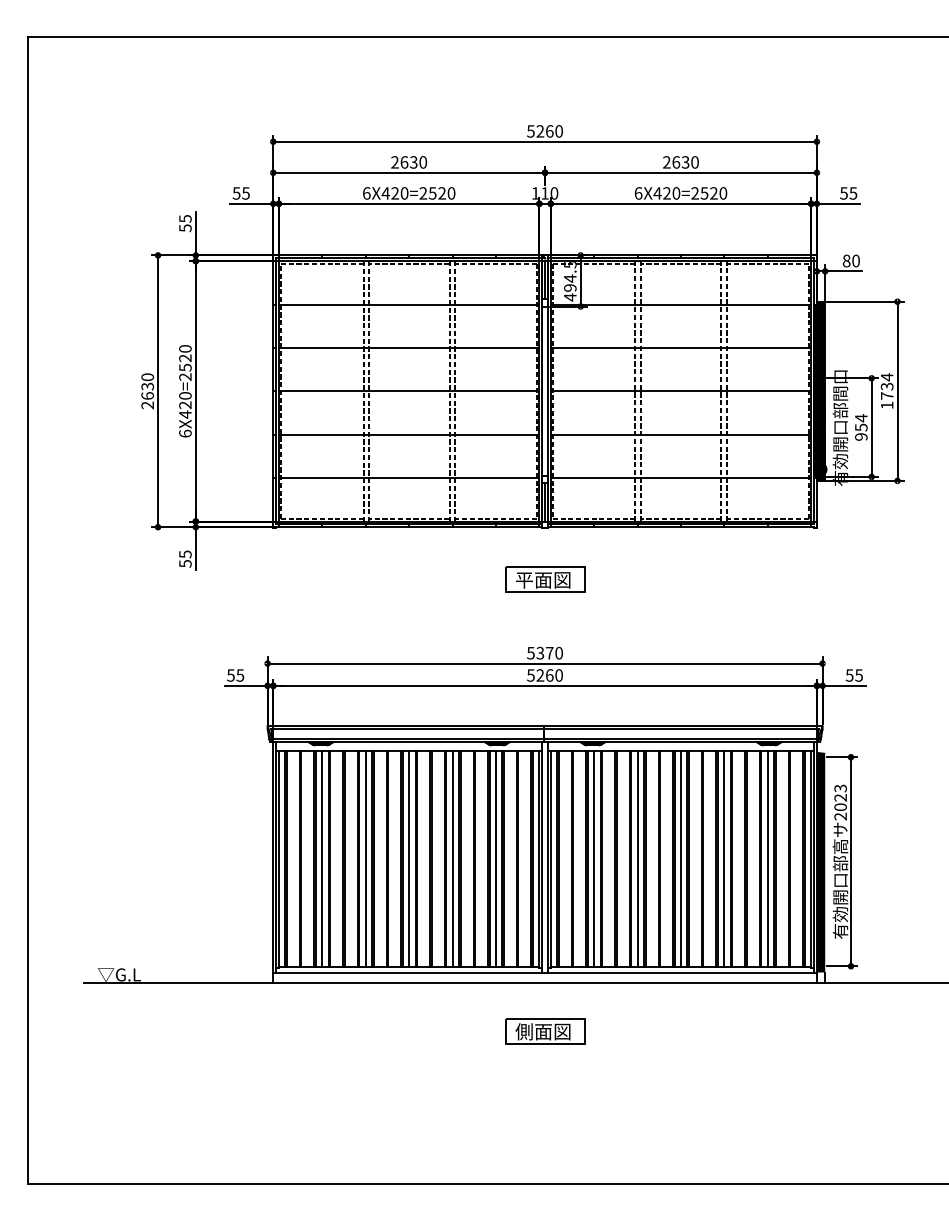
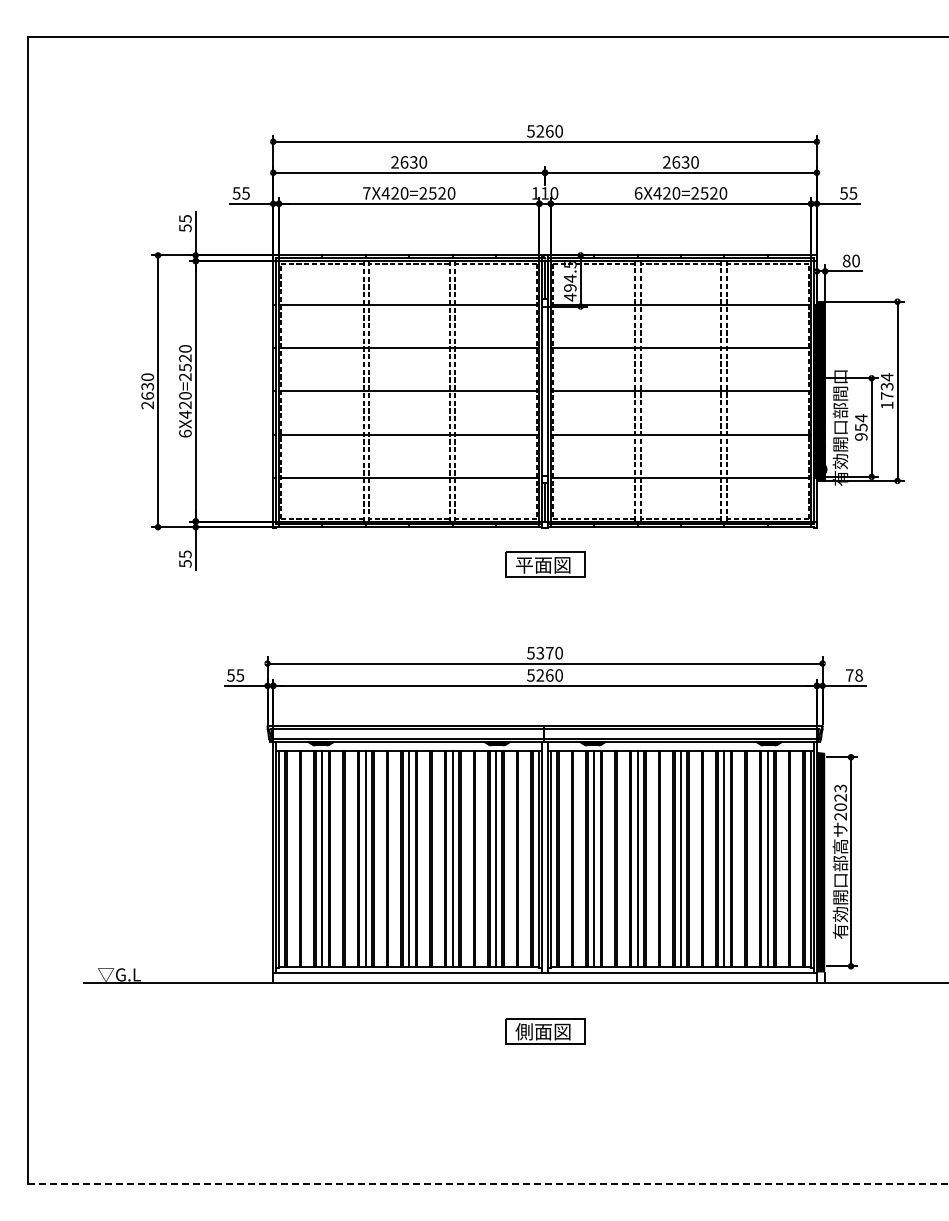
text at (366, 193): 6X420=2520 -> 7X420=2520
part at (545, 579) position: (545, 579) -> (545, 564)
text at (853, 675): 55 -> 78
line at (488, 1184): solid -> dashed
